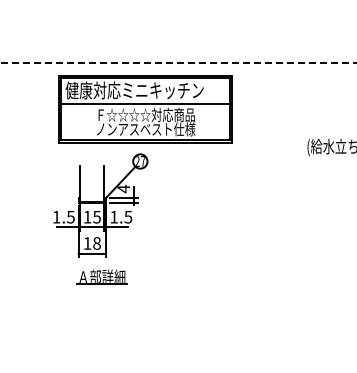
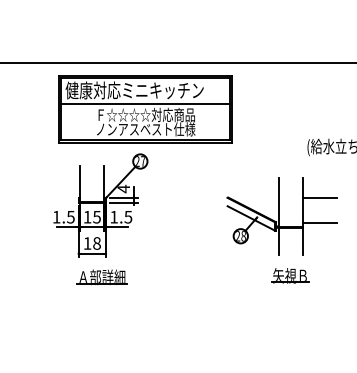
line at (178, 63): dashed -> solid
part at (281, 230): none -> present
